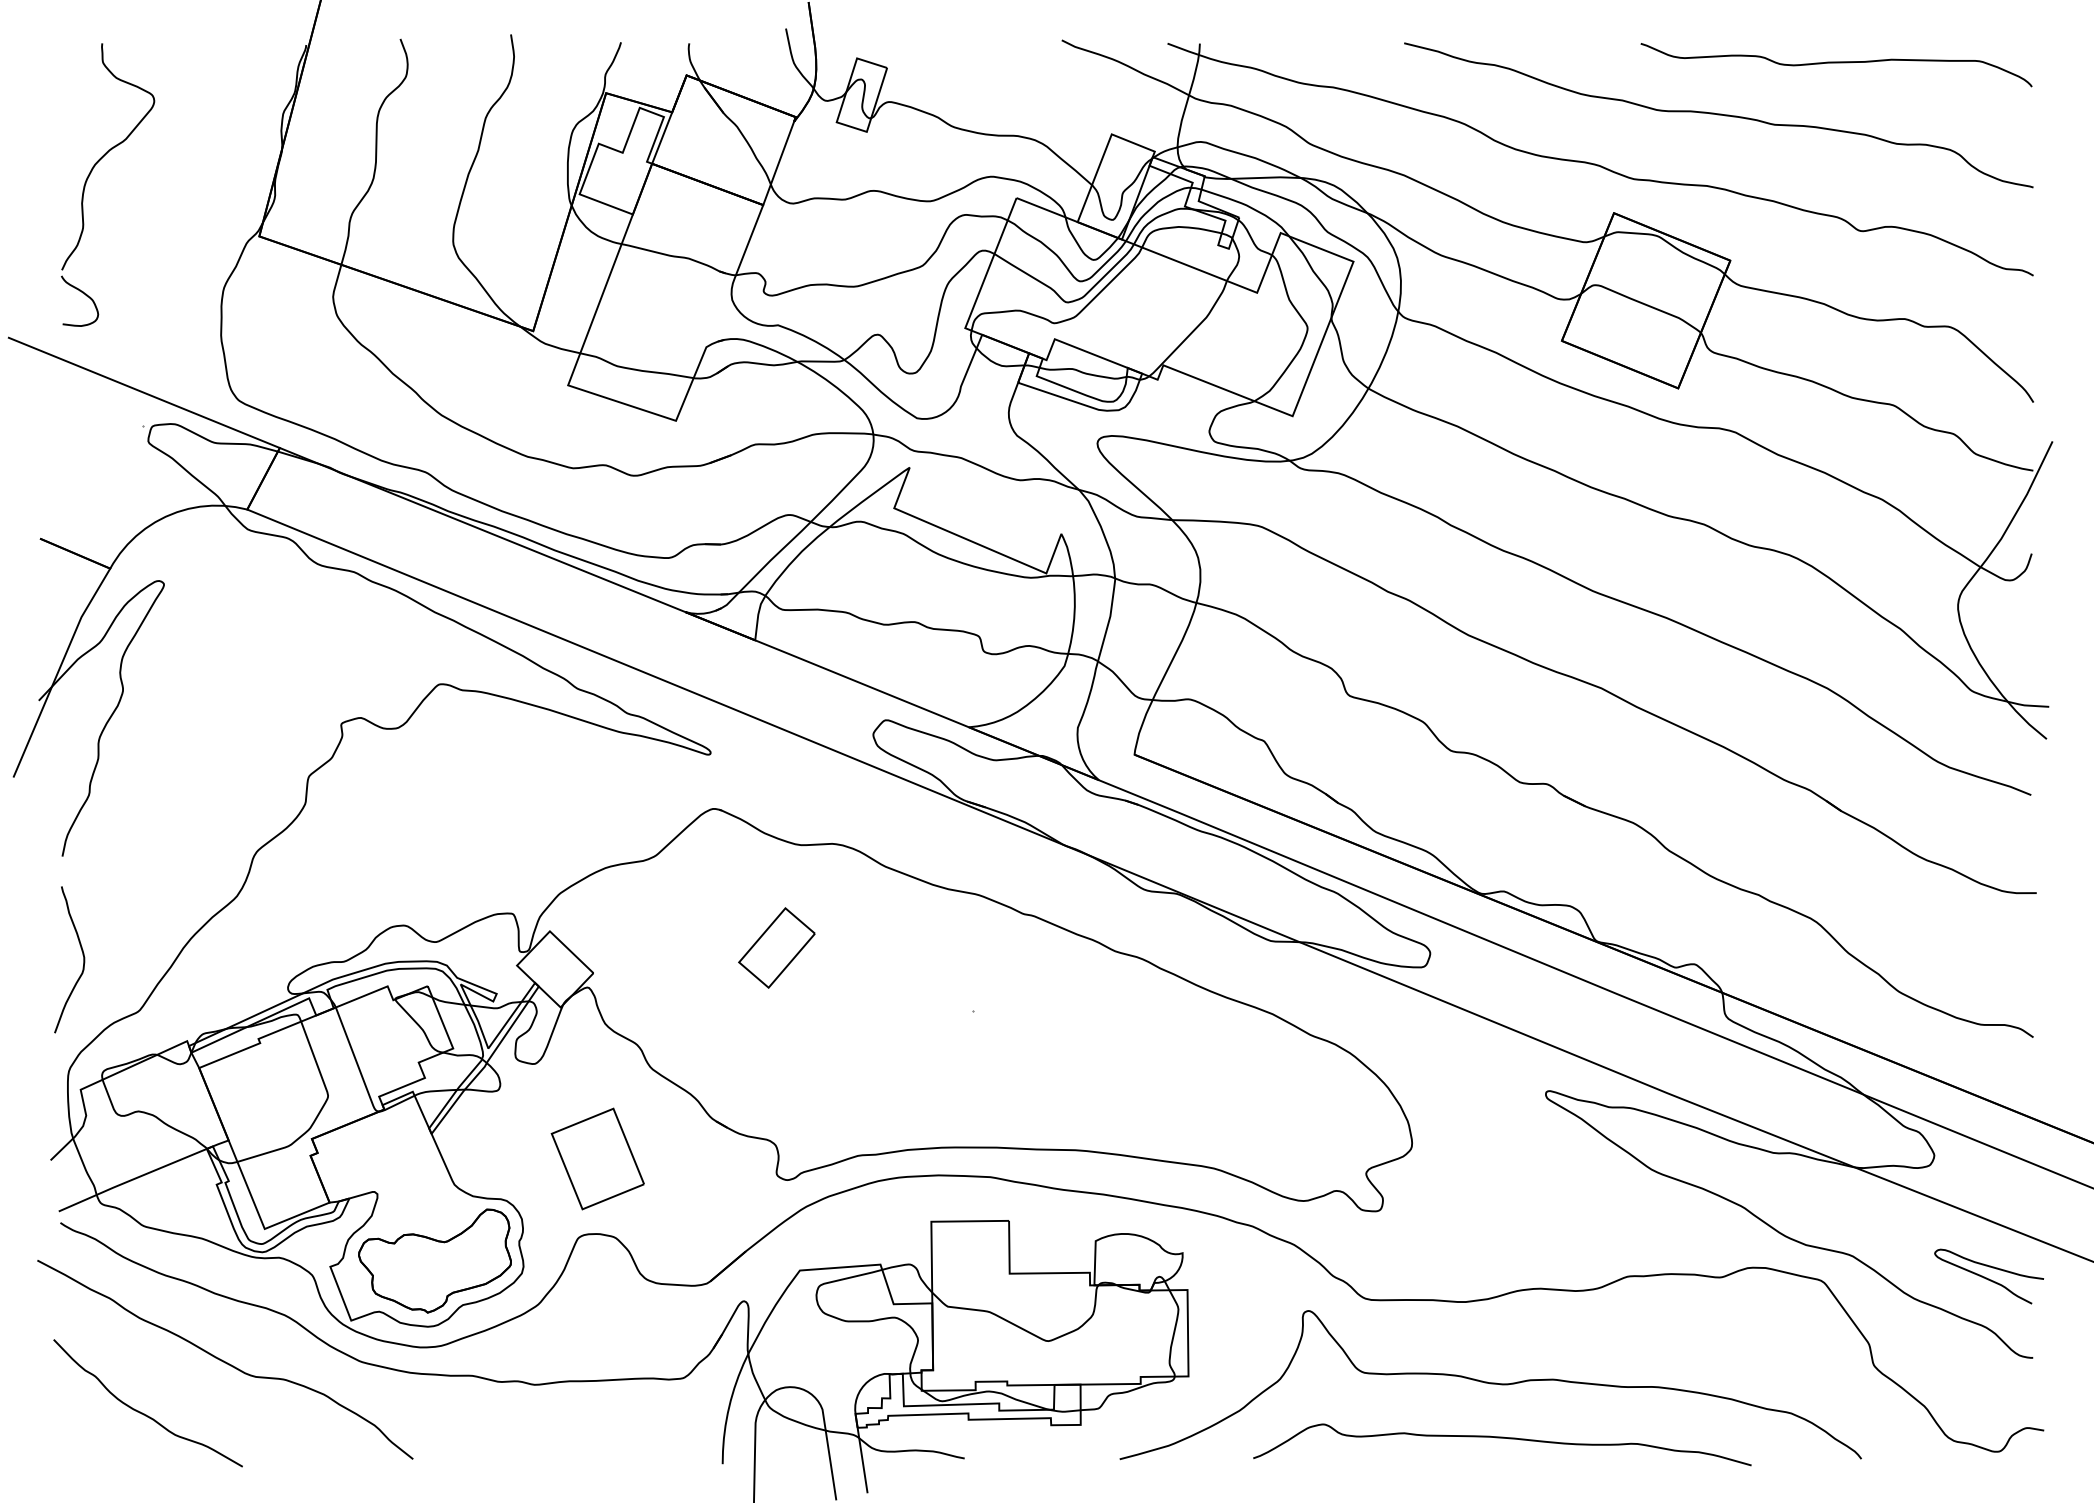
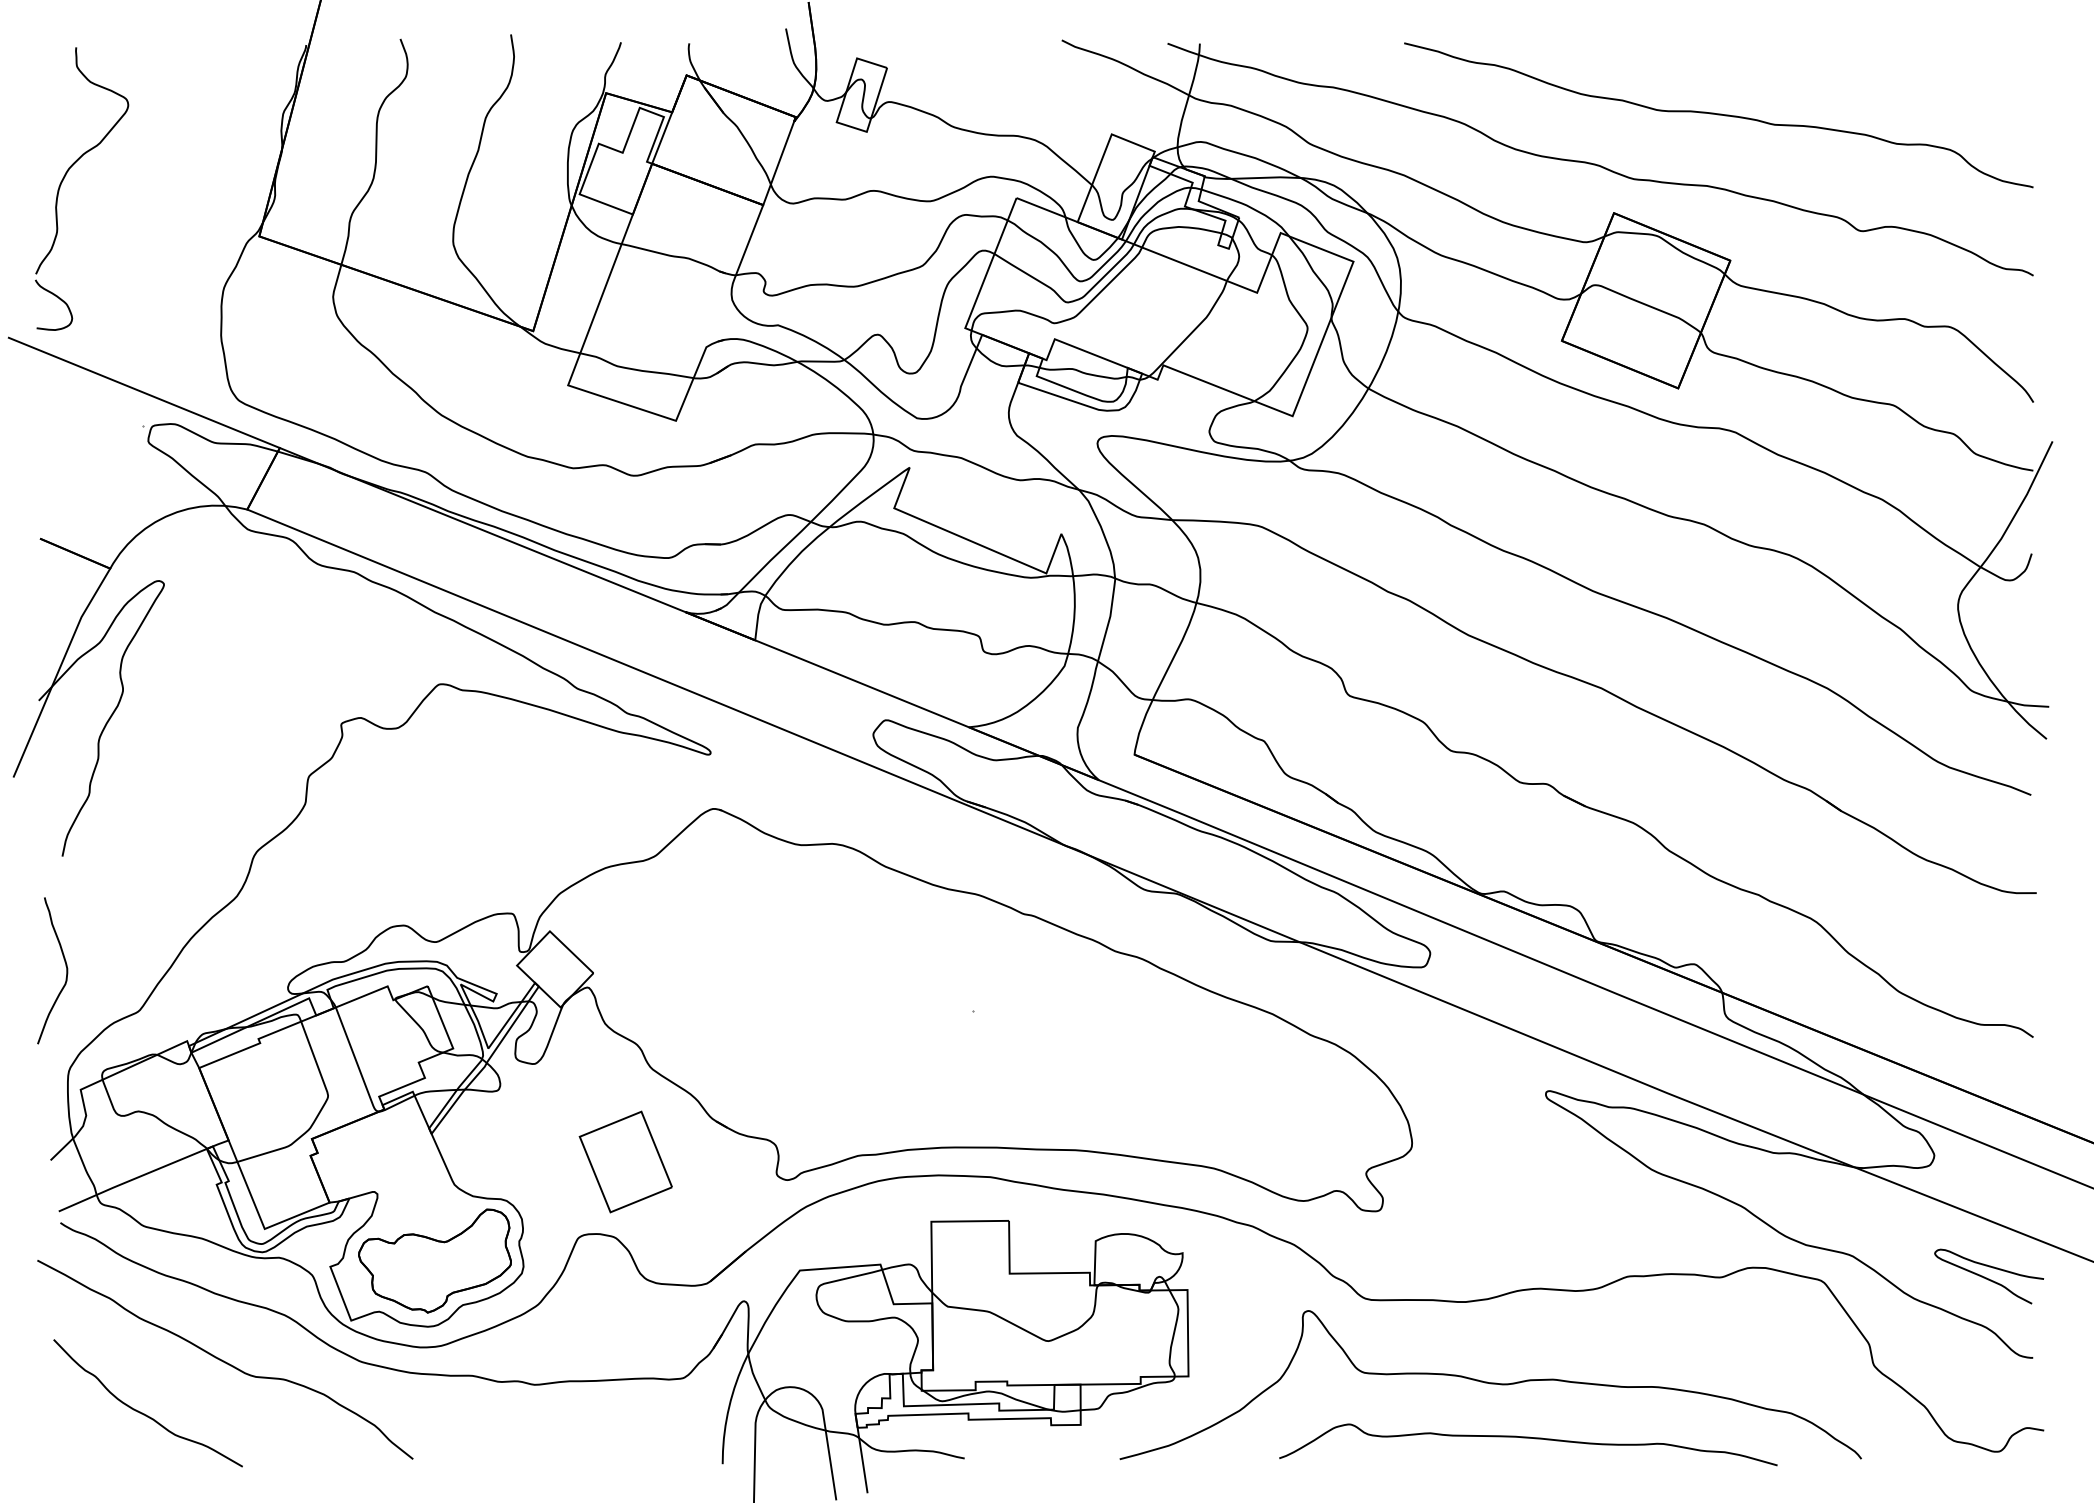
curve at (1836, 63): present -> none
part at (91, 173) position: (91, 173) -> (65, 177)
part at (776, 947): present -> none
curve at (82, 955) position: (82, 955) -> (65, 966)
part at (597, 1158) position: (597, 1158) -> (625, 1161)
curve at (1502, 1438) position: (1502, 1438) -> (1528, 1438)
